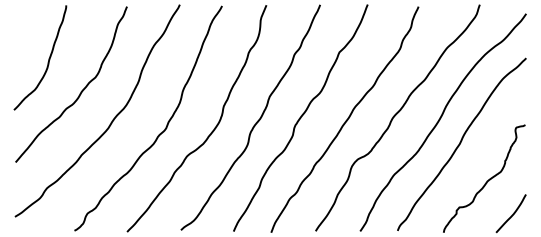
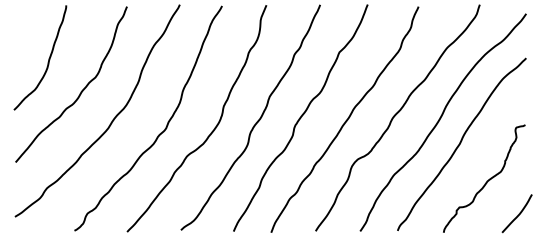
curve at (512, 214) position: (512, 214) -> (518, 214)
